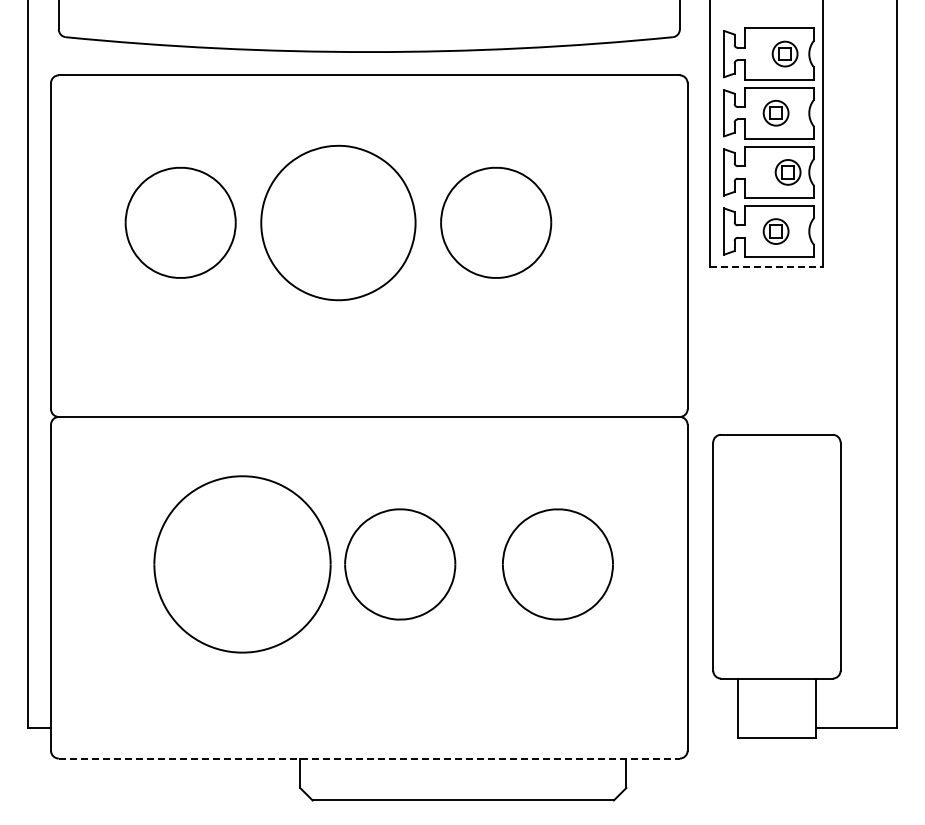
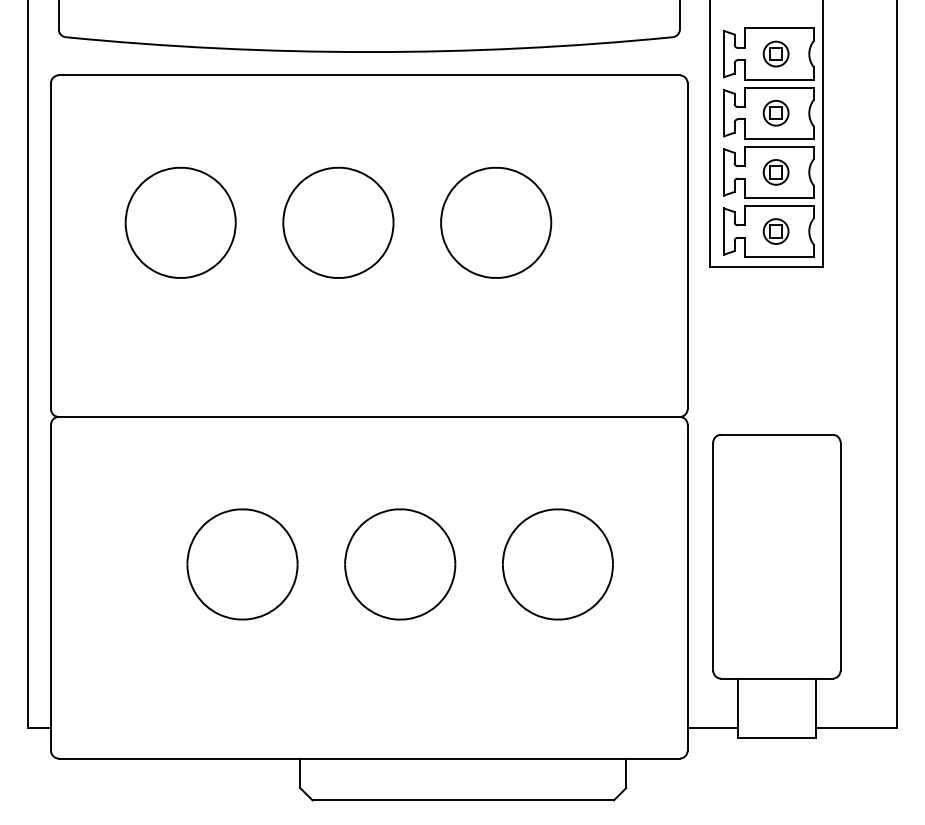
part at (784, 53) position: (784, 53) -> (775, 53)
part at (787, 172) position: (787, 172) -> (775, 172)
part at (338, 222) size: 157x158 px -> 113x113 px
line at (766, 267): dashed -> solid
part at (242, 564) size: 179x179 px -> 113x113 px
line at (712, 727): none -> present
line at (369, 758): dashed -> solid
